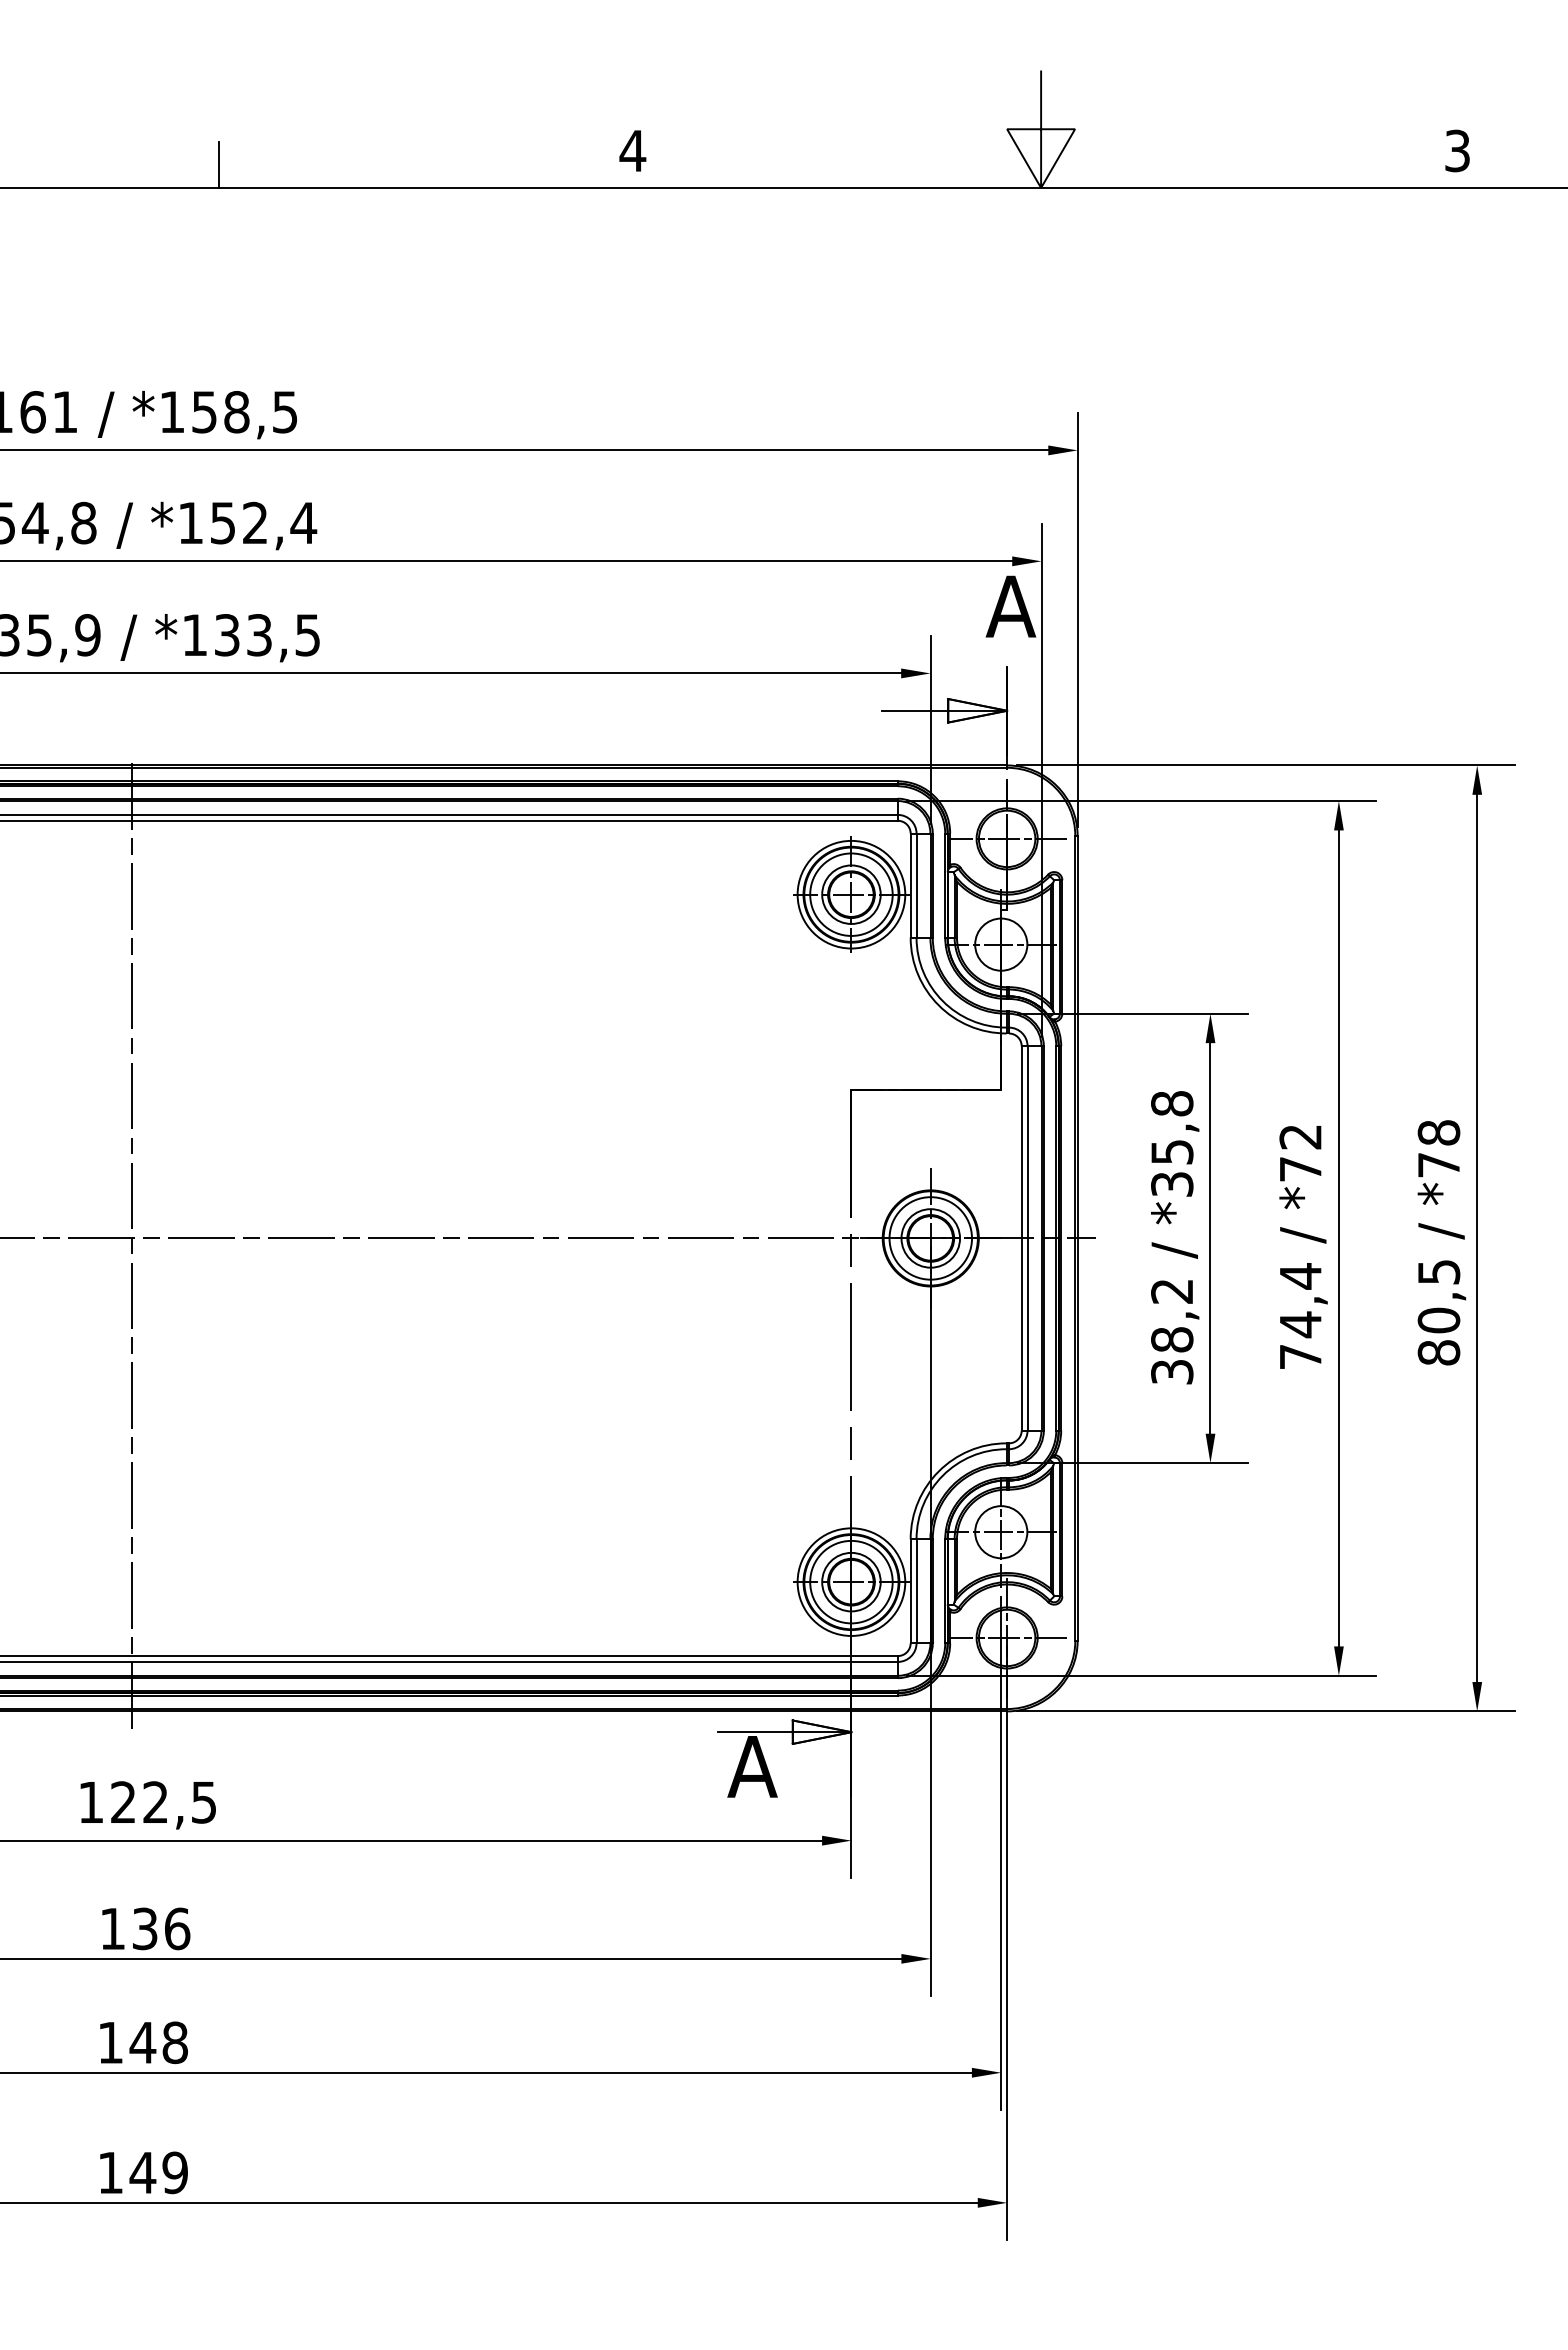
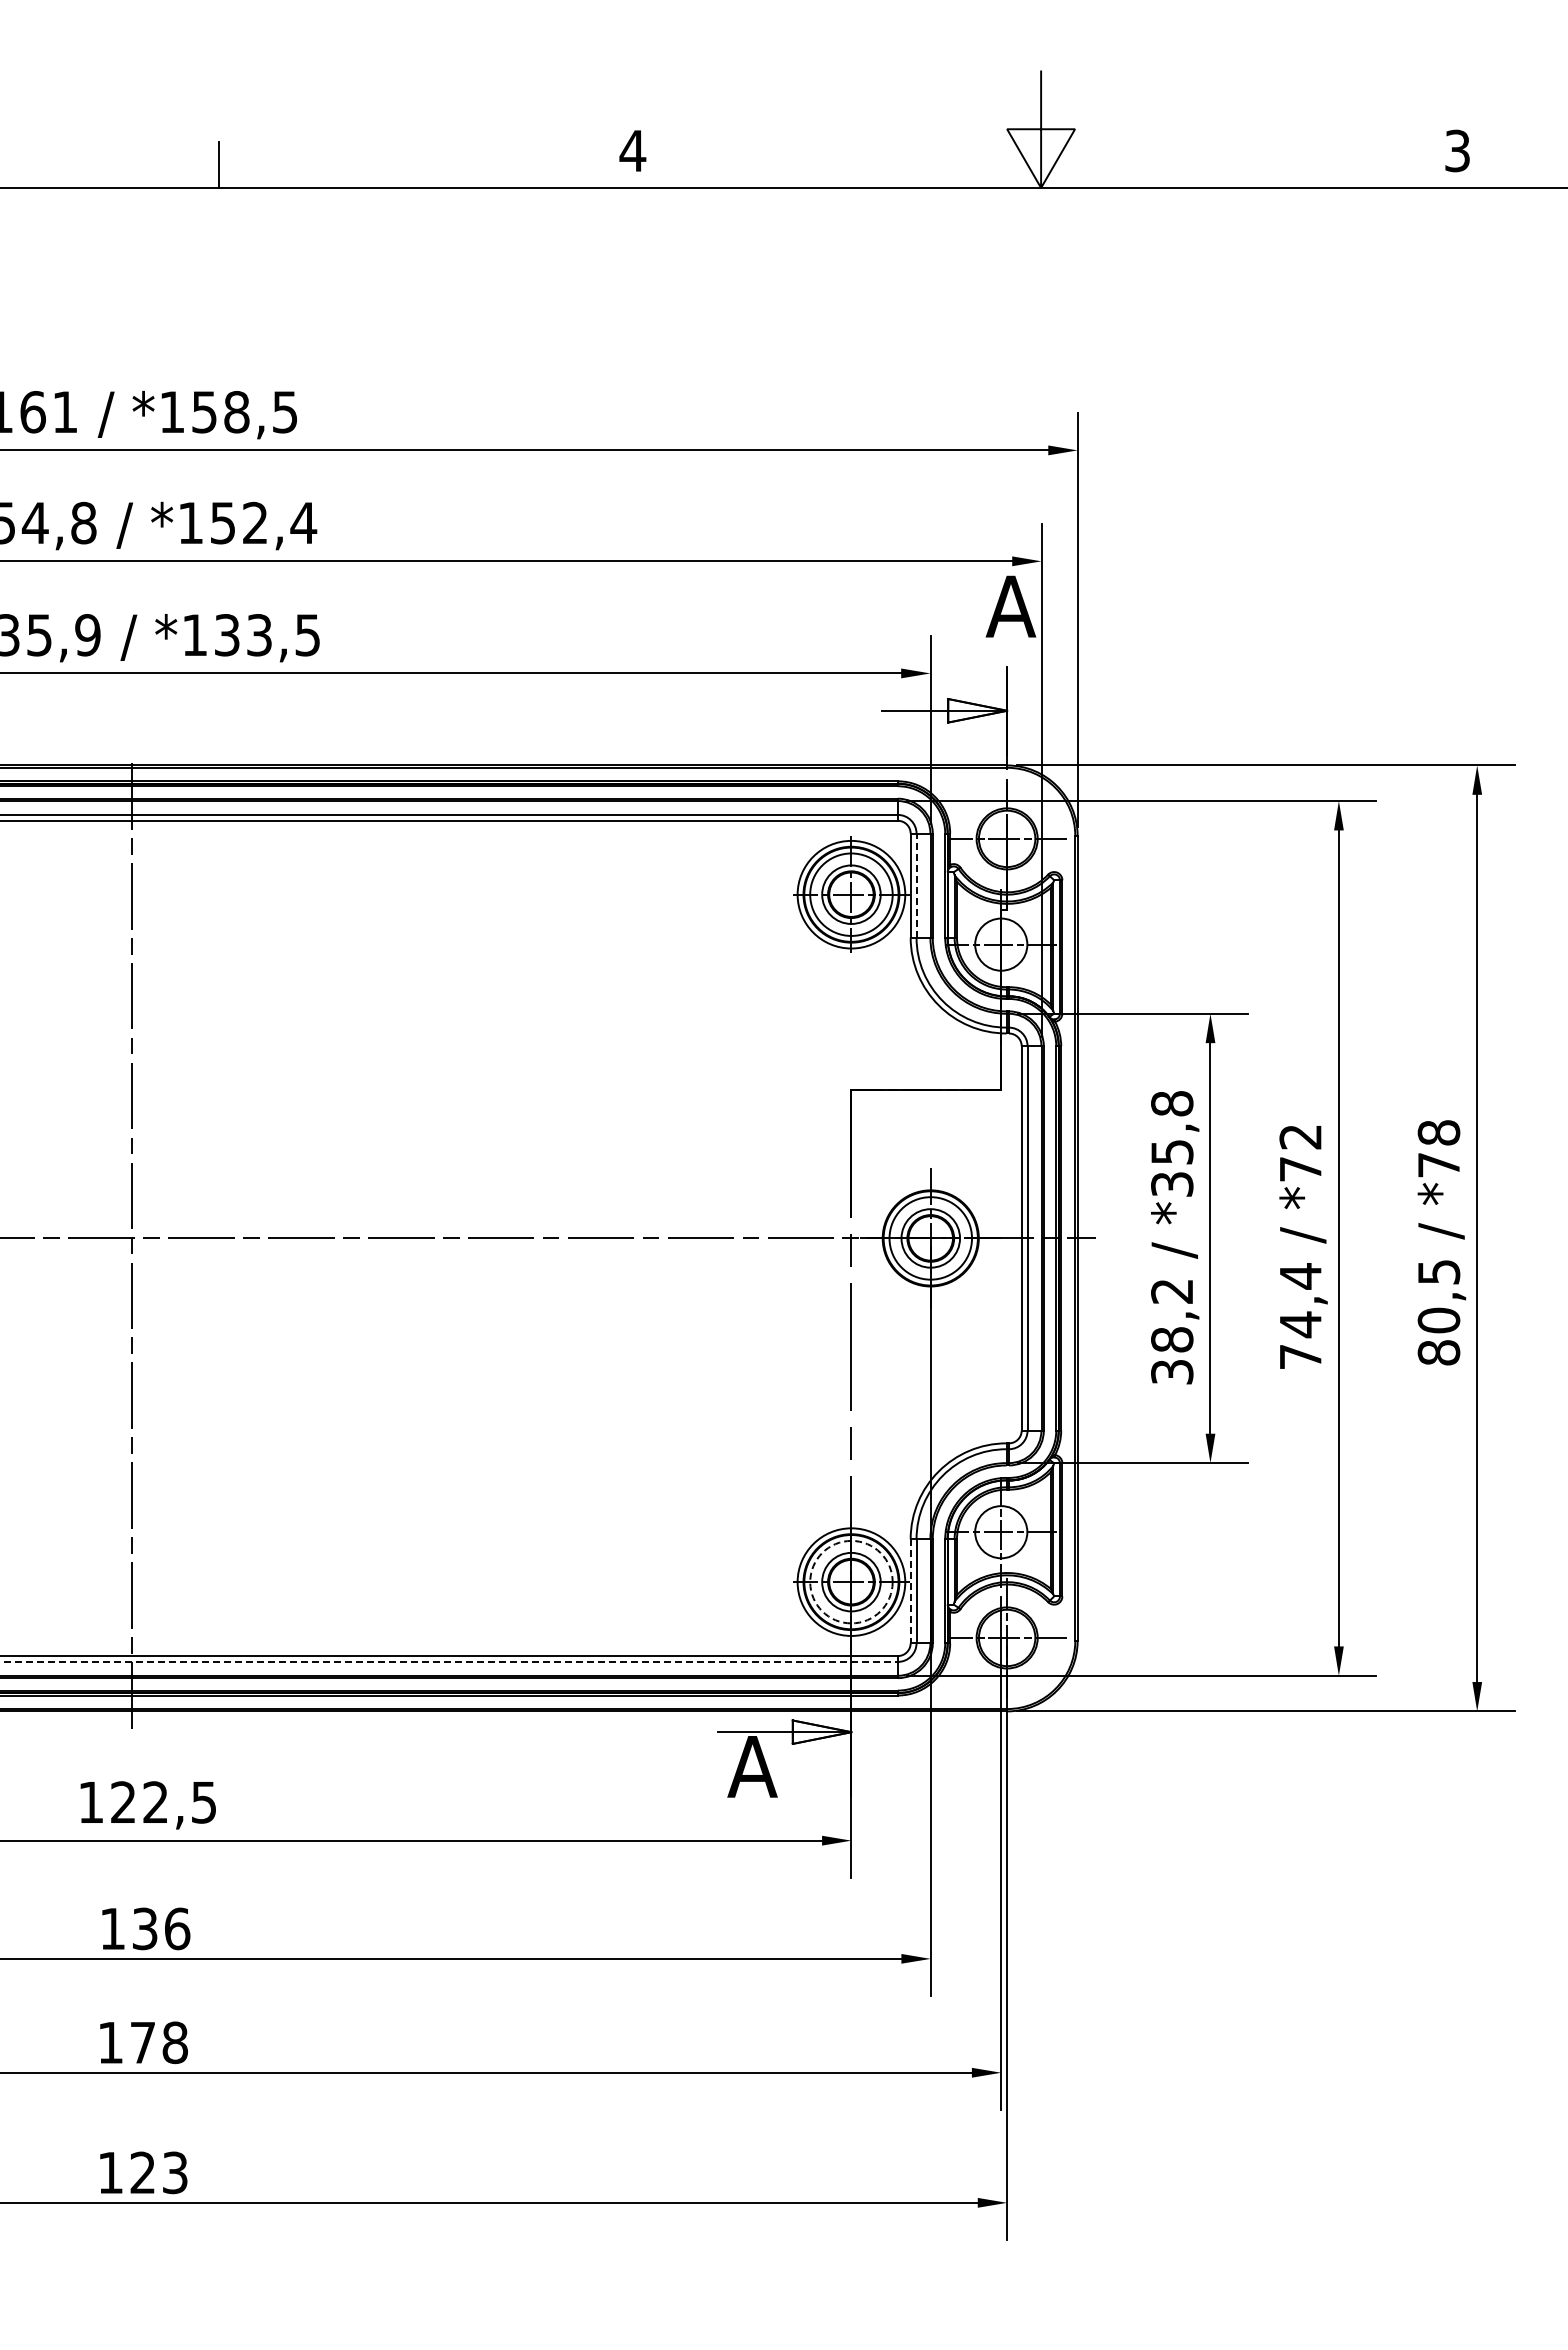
line at (916, 885): solid -> dashed
circle at (851, 1581): solid -> dashed
line at (910, 1591): solid -> dashed
line at (449, 1661): solid -> dashed
text at (142, 2042): 148 -> 178
text at (158, 2172): 149 -> 123
